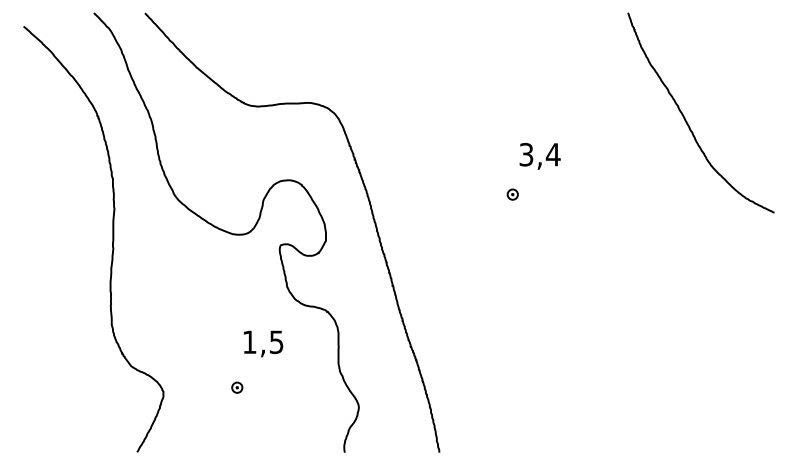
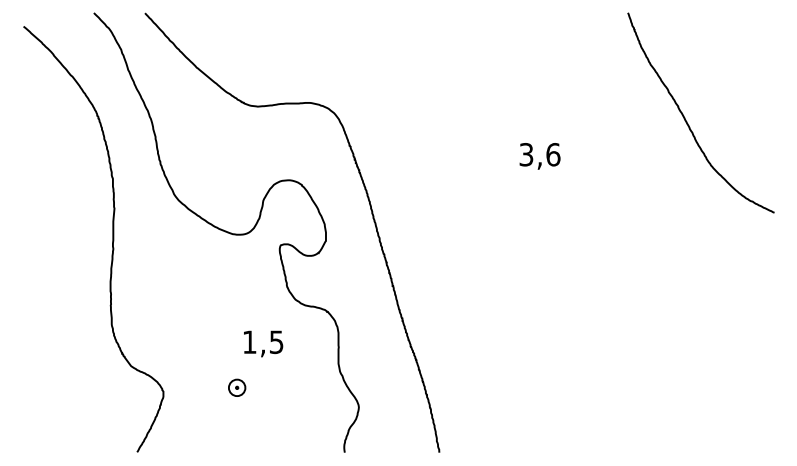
text at (552, 154): 3,4 -> 3,6
part at (512, 194): present -> none
part at (237, 387) size: 13x13 px -> 19x19 px
